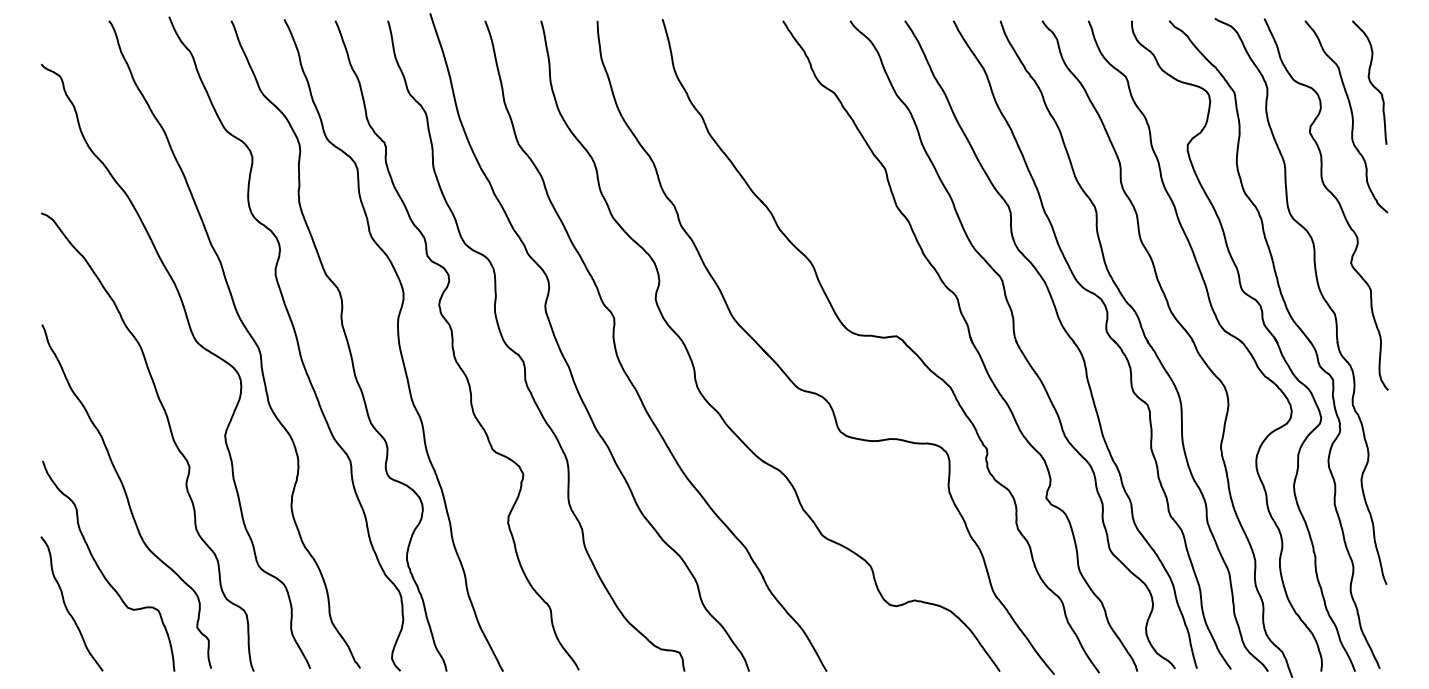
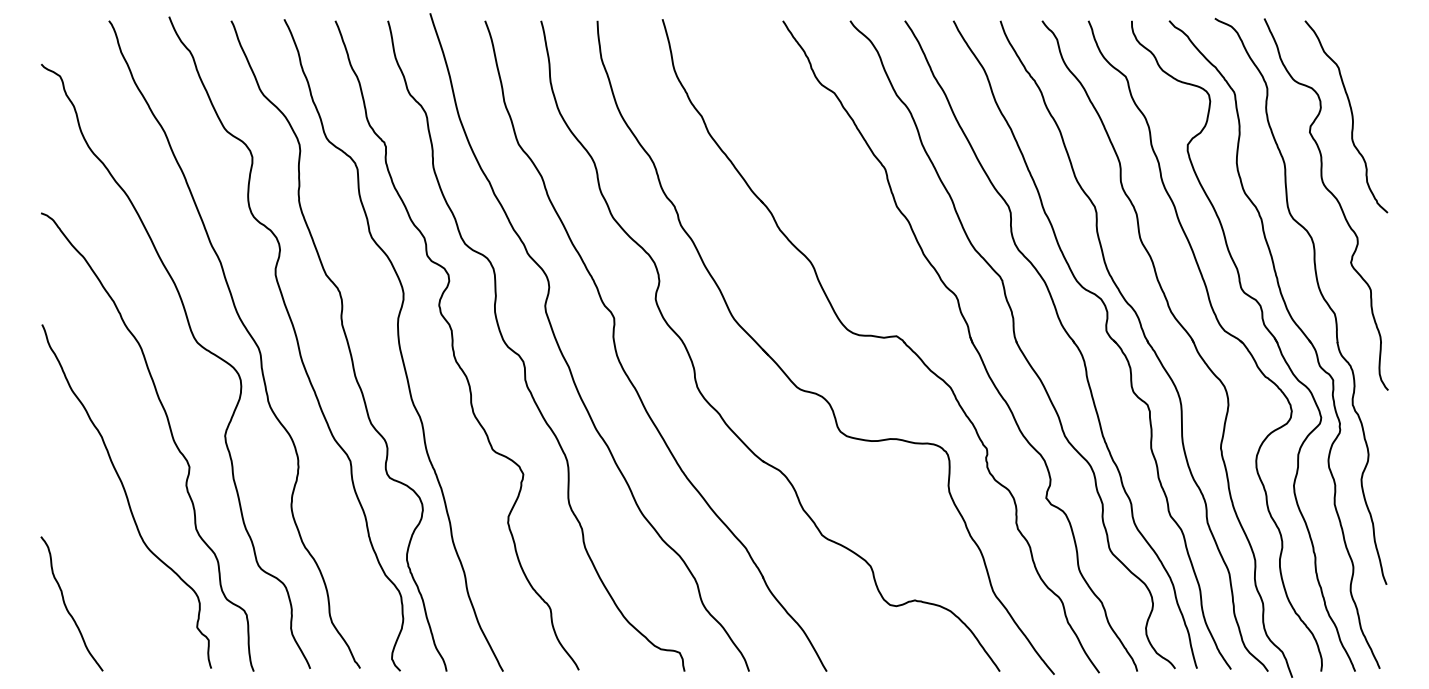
curve at (1369, 82): present -> none
curve at (102, 571): present -> none
